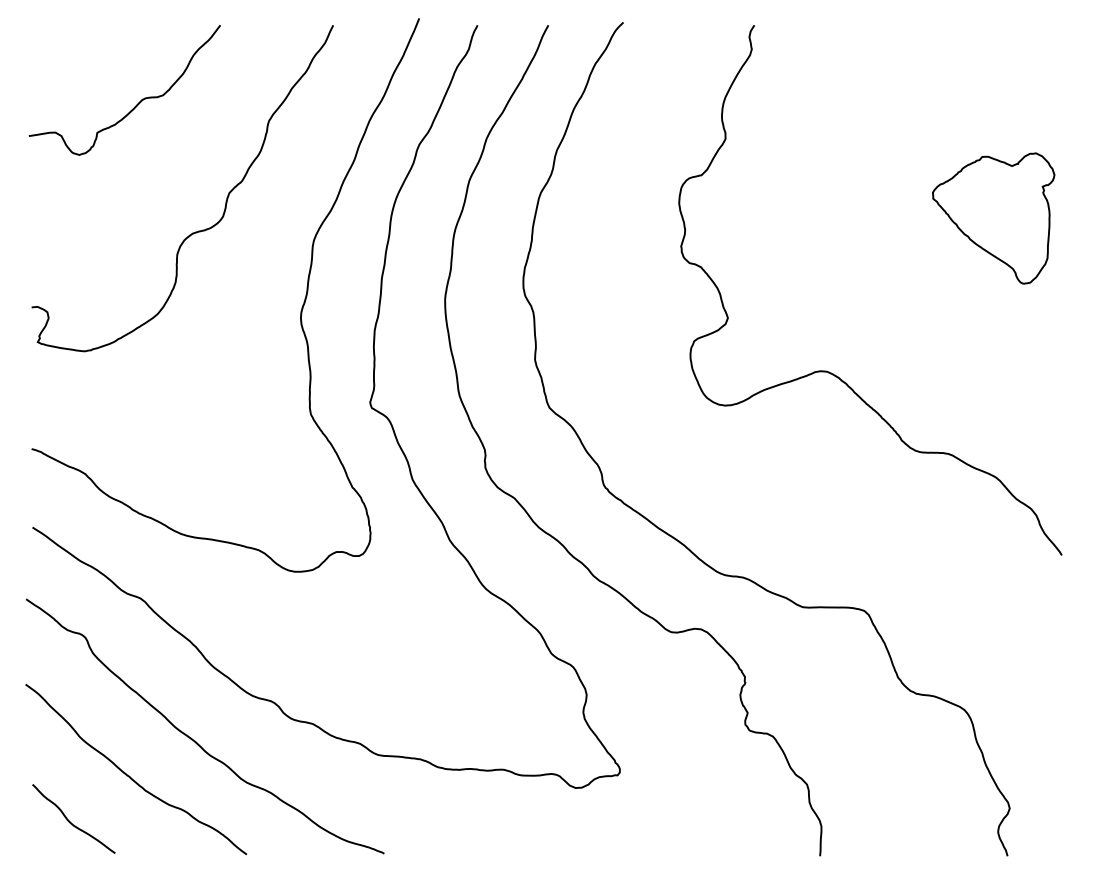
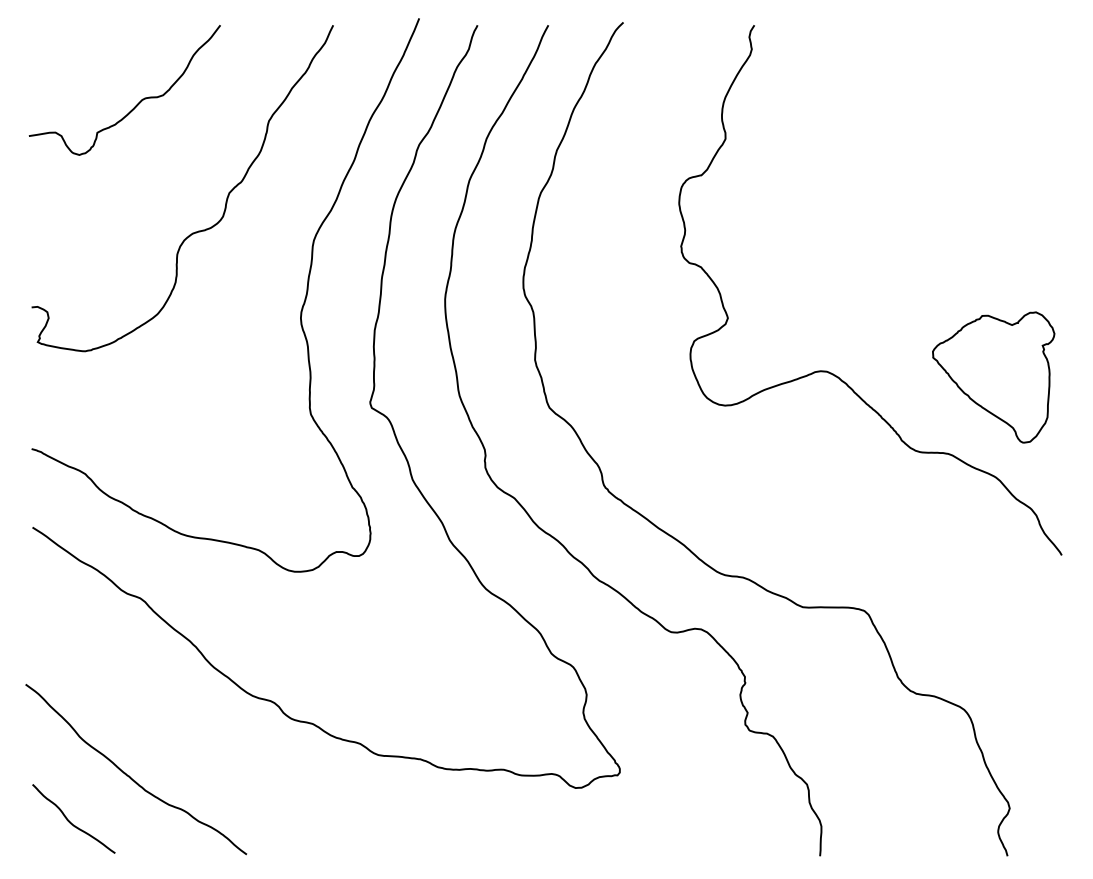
part at (993, 218) position: (993, 218) -> (993, 377)
curve at (195, 740): present -> none
